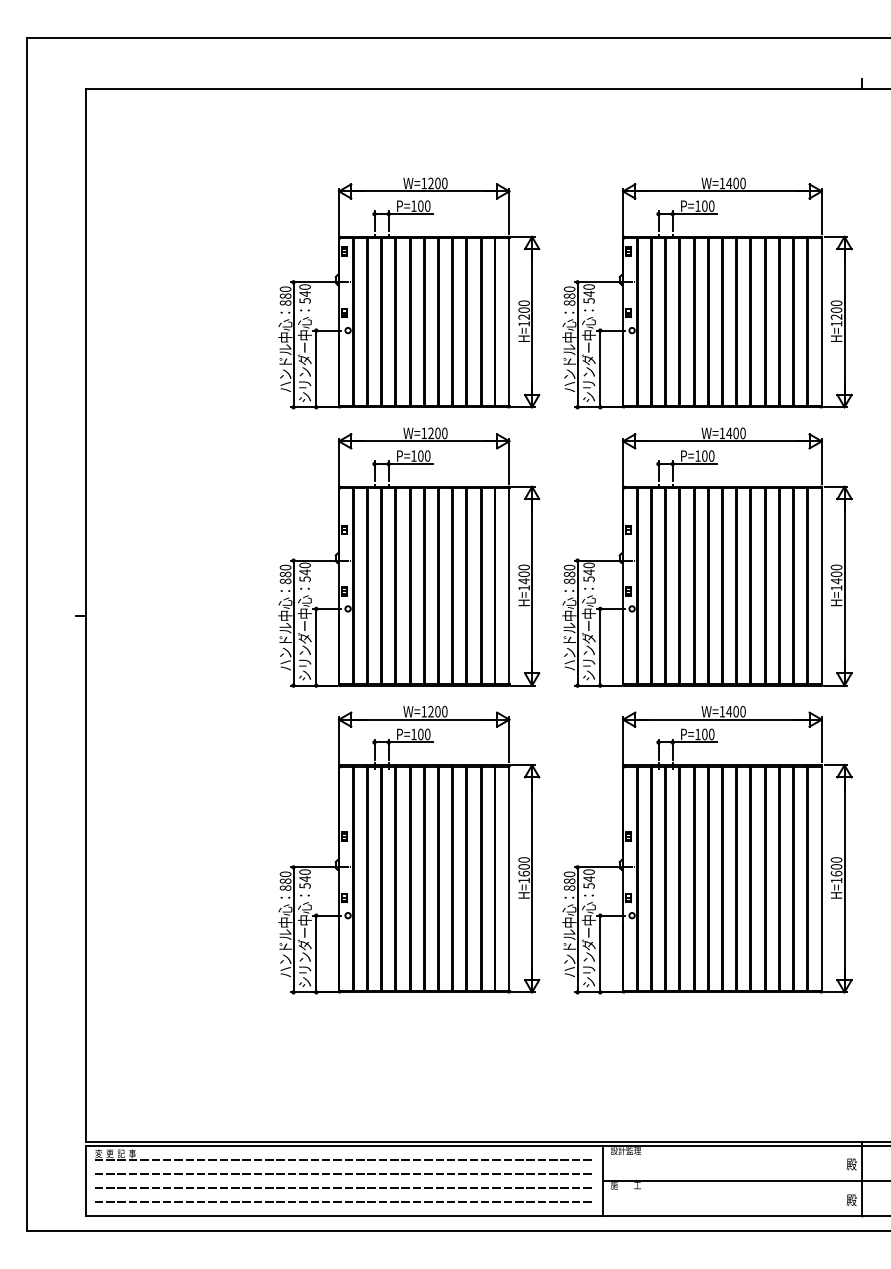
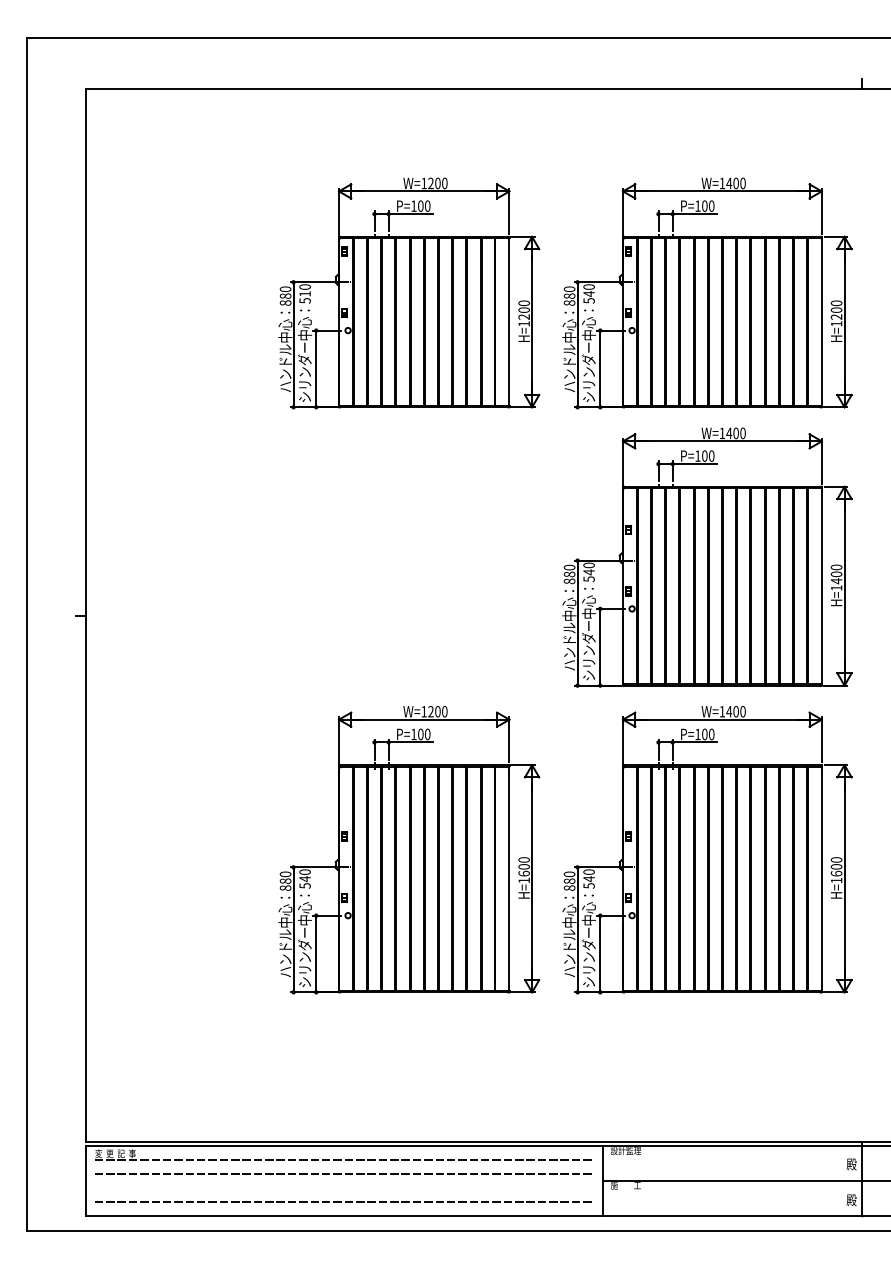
text at (304, 294): 540 -> 510
part at (409, 557): present -> none
line at (343, 1188): present -> none
